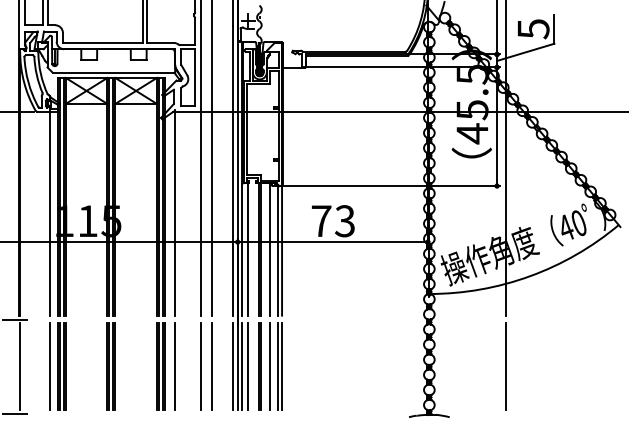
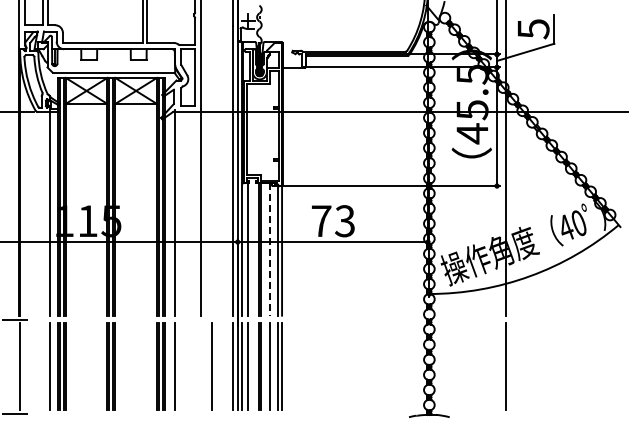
line at (211, 158): present -> none
line at (269, 250): solid -> dashed
line at (201, 366): present -> none
